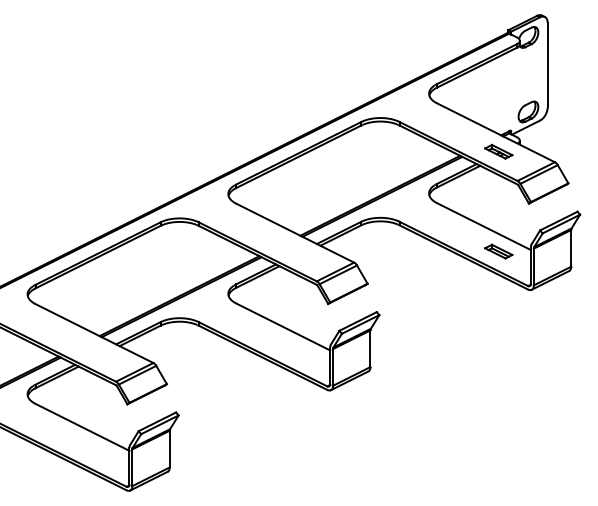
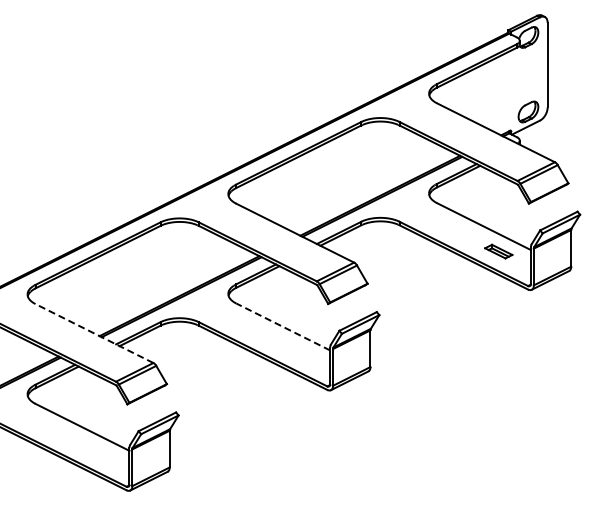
part at (498, 151): present -> none
line at (283, 326): solid -> dashed
line at (94, 333): solid -> dashed
